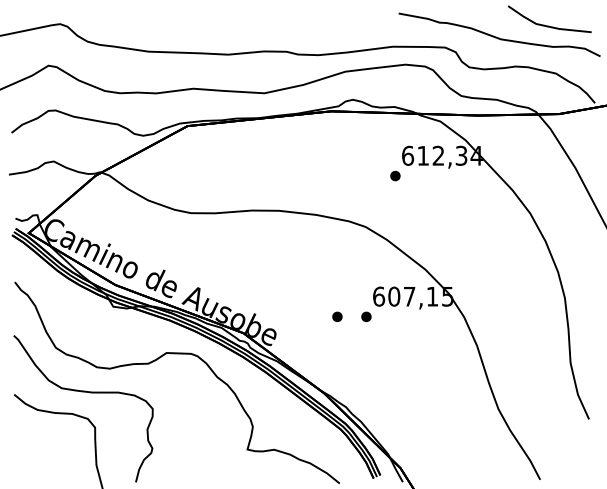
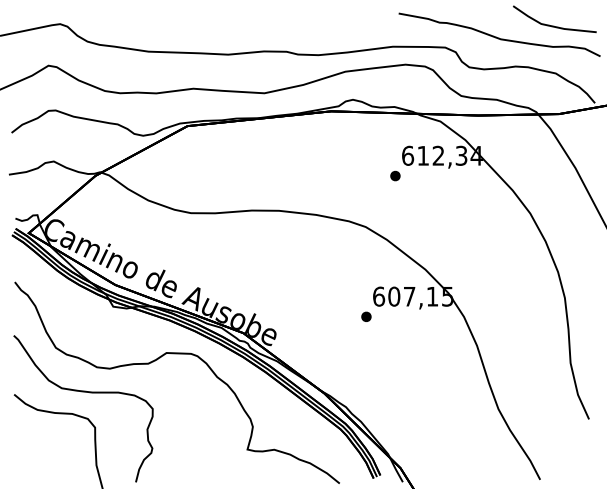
line at (549, 25) position: (549, 25) -> (554, 25)
part at (337, 316): present -> none
